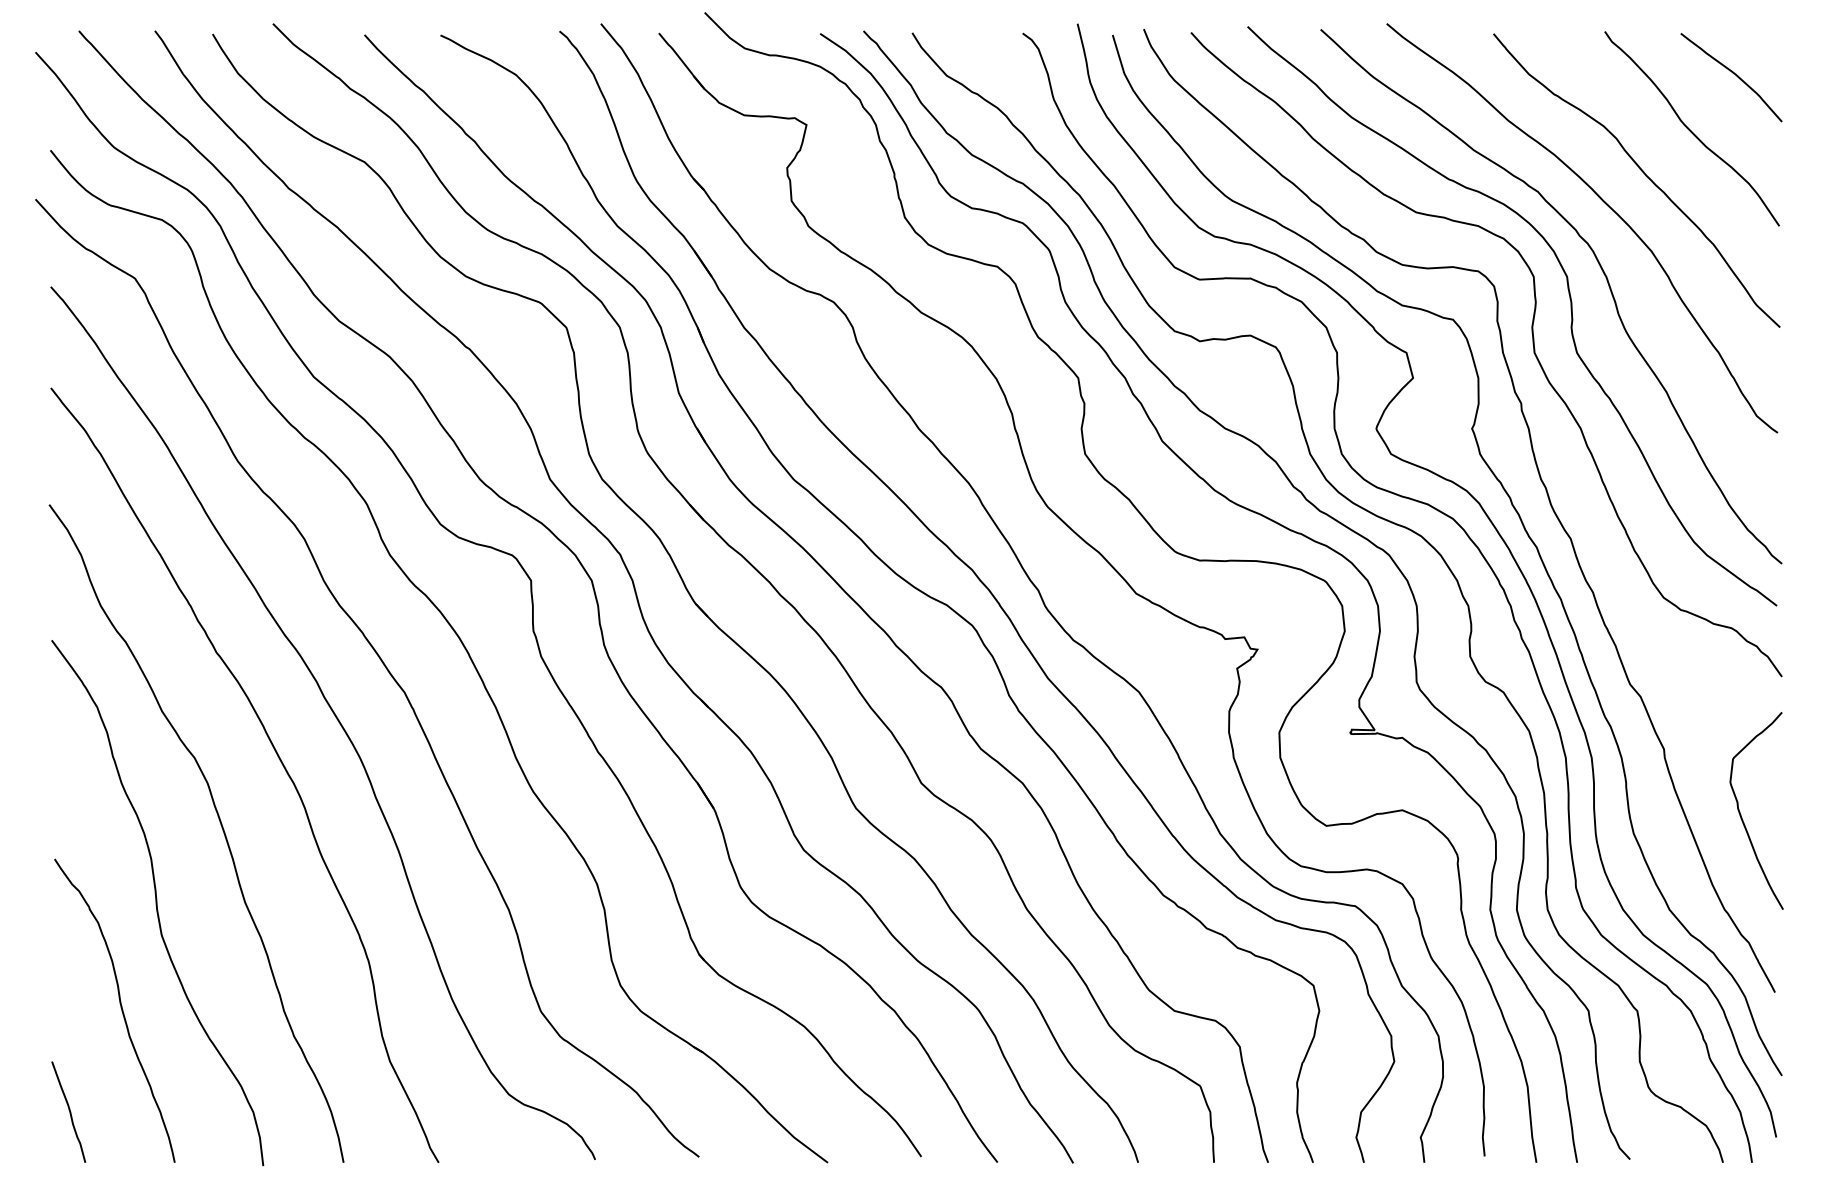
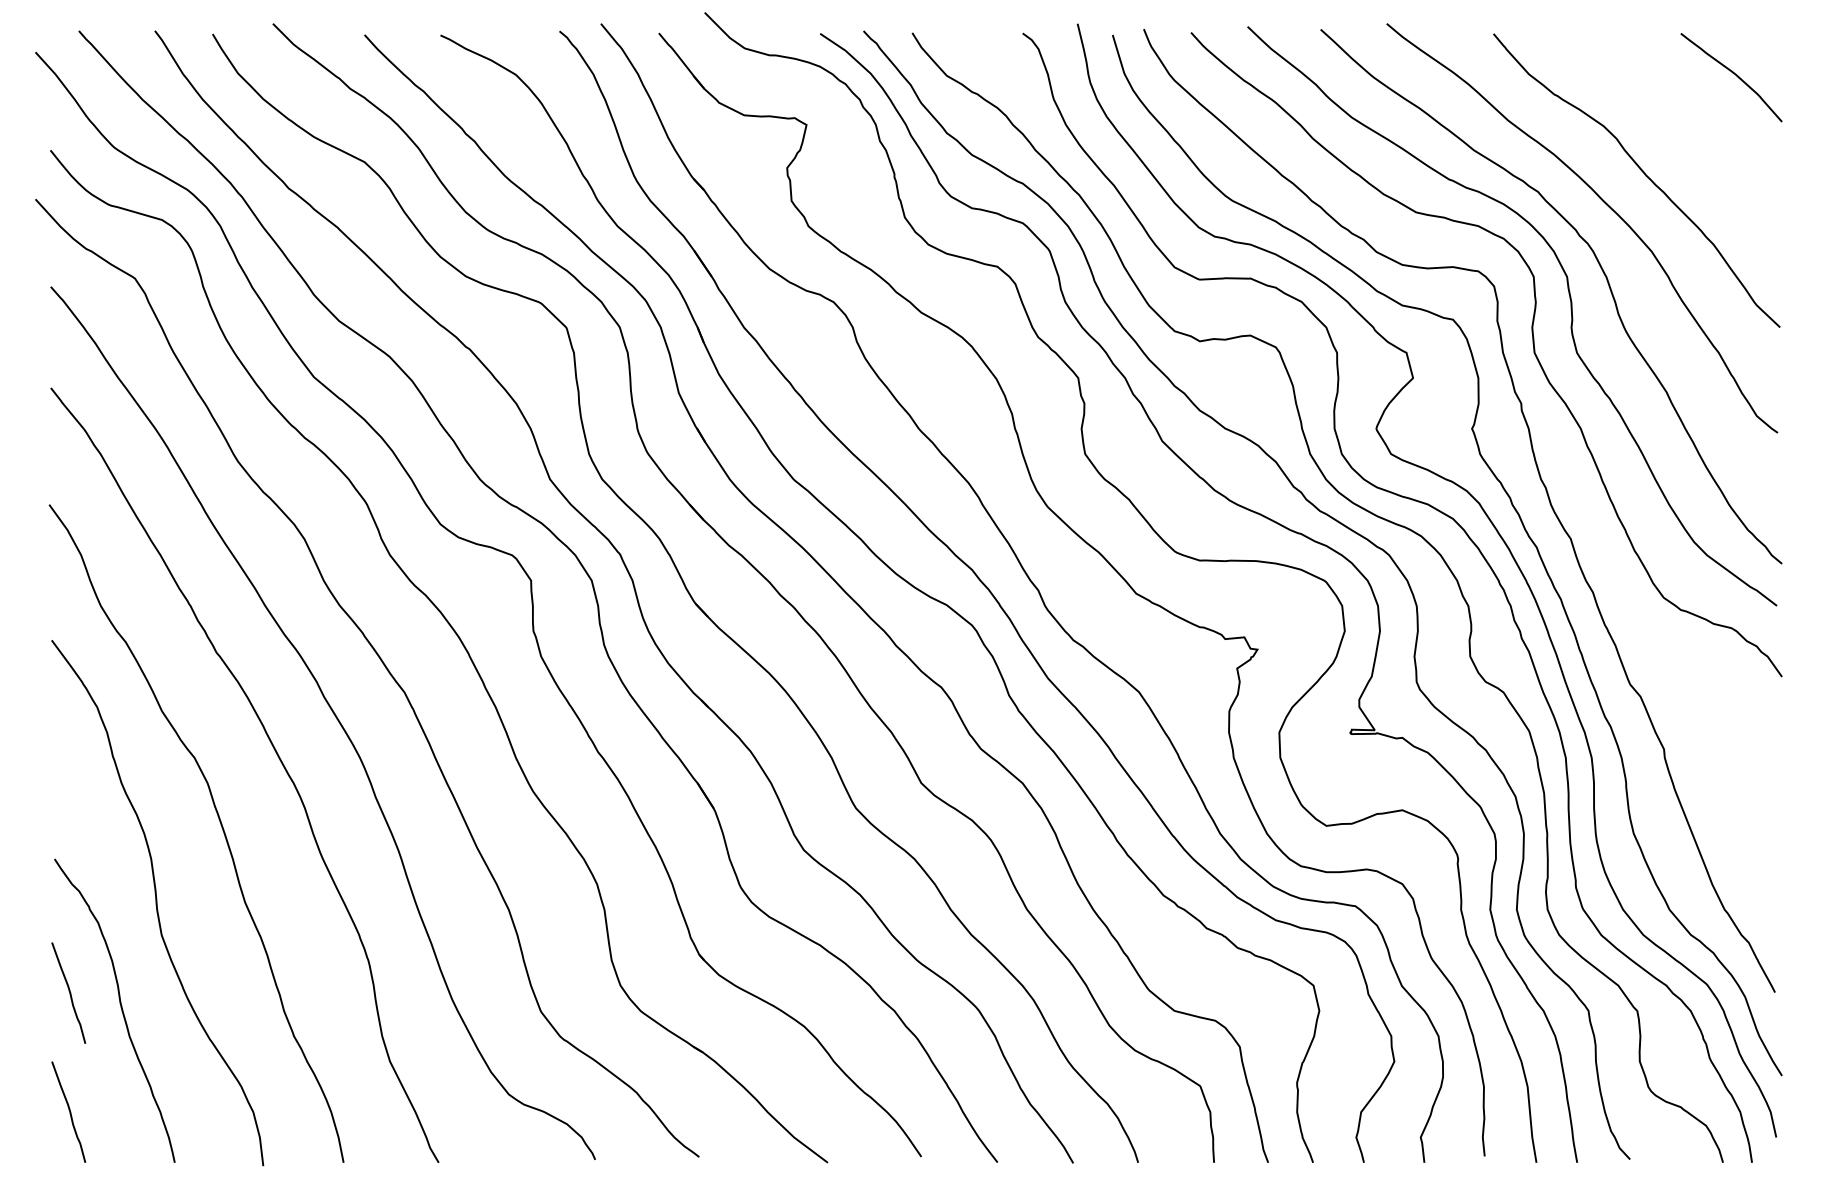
curve at (1690, 129): present -> none
curve at (1741, 814): present -> none
curve at (68, 991): none -> present
